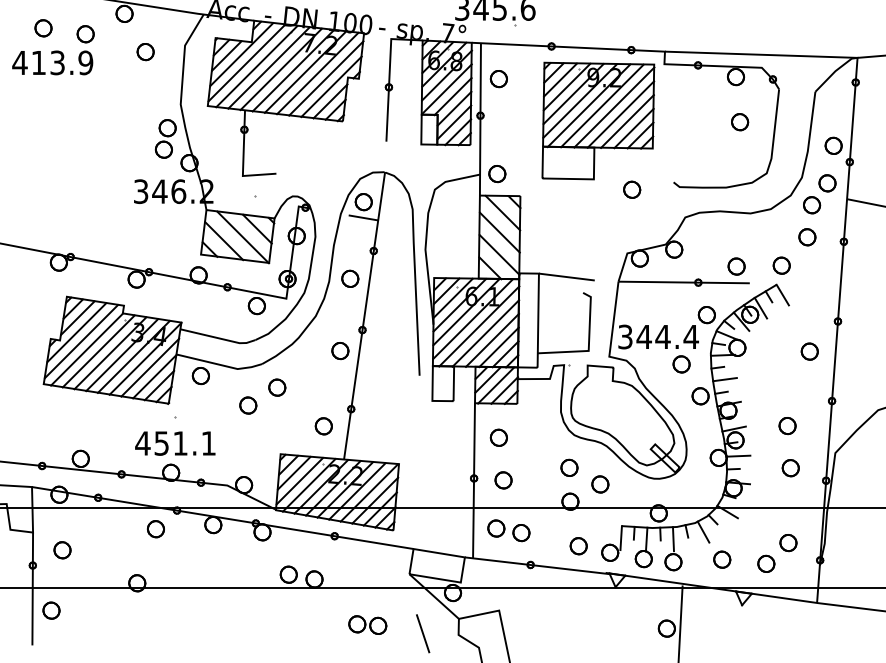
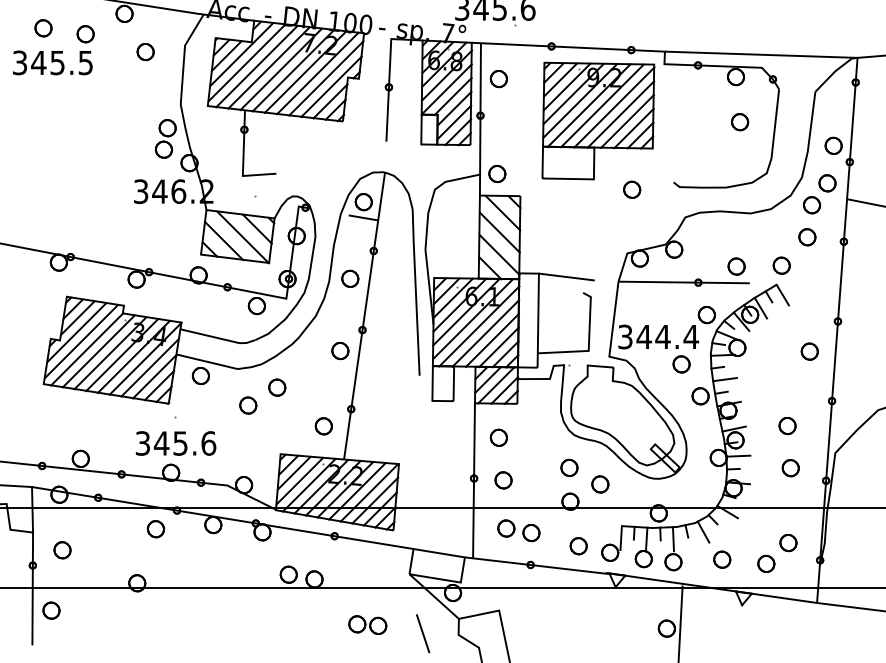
text at (52, 62): 413.9 -> 345.5
text at (175, 443): 451.1 -> 345.6
part at (508, 530) position: (508, 530) -> (518, 530)
